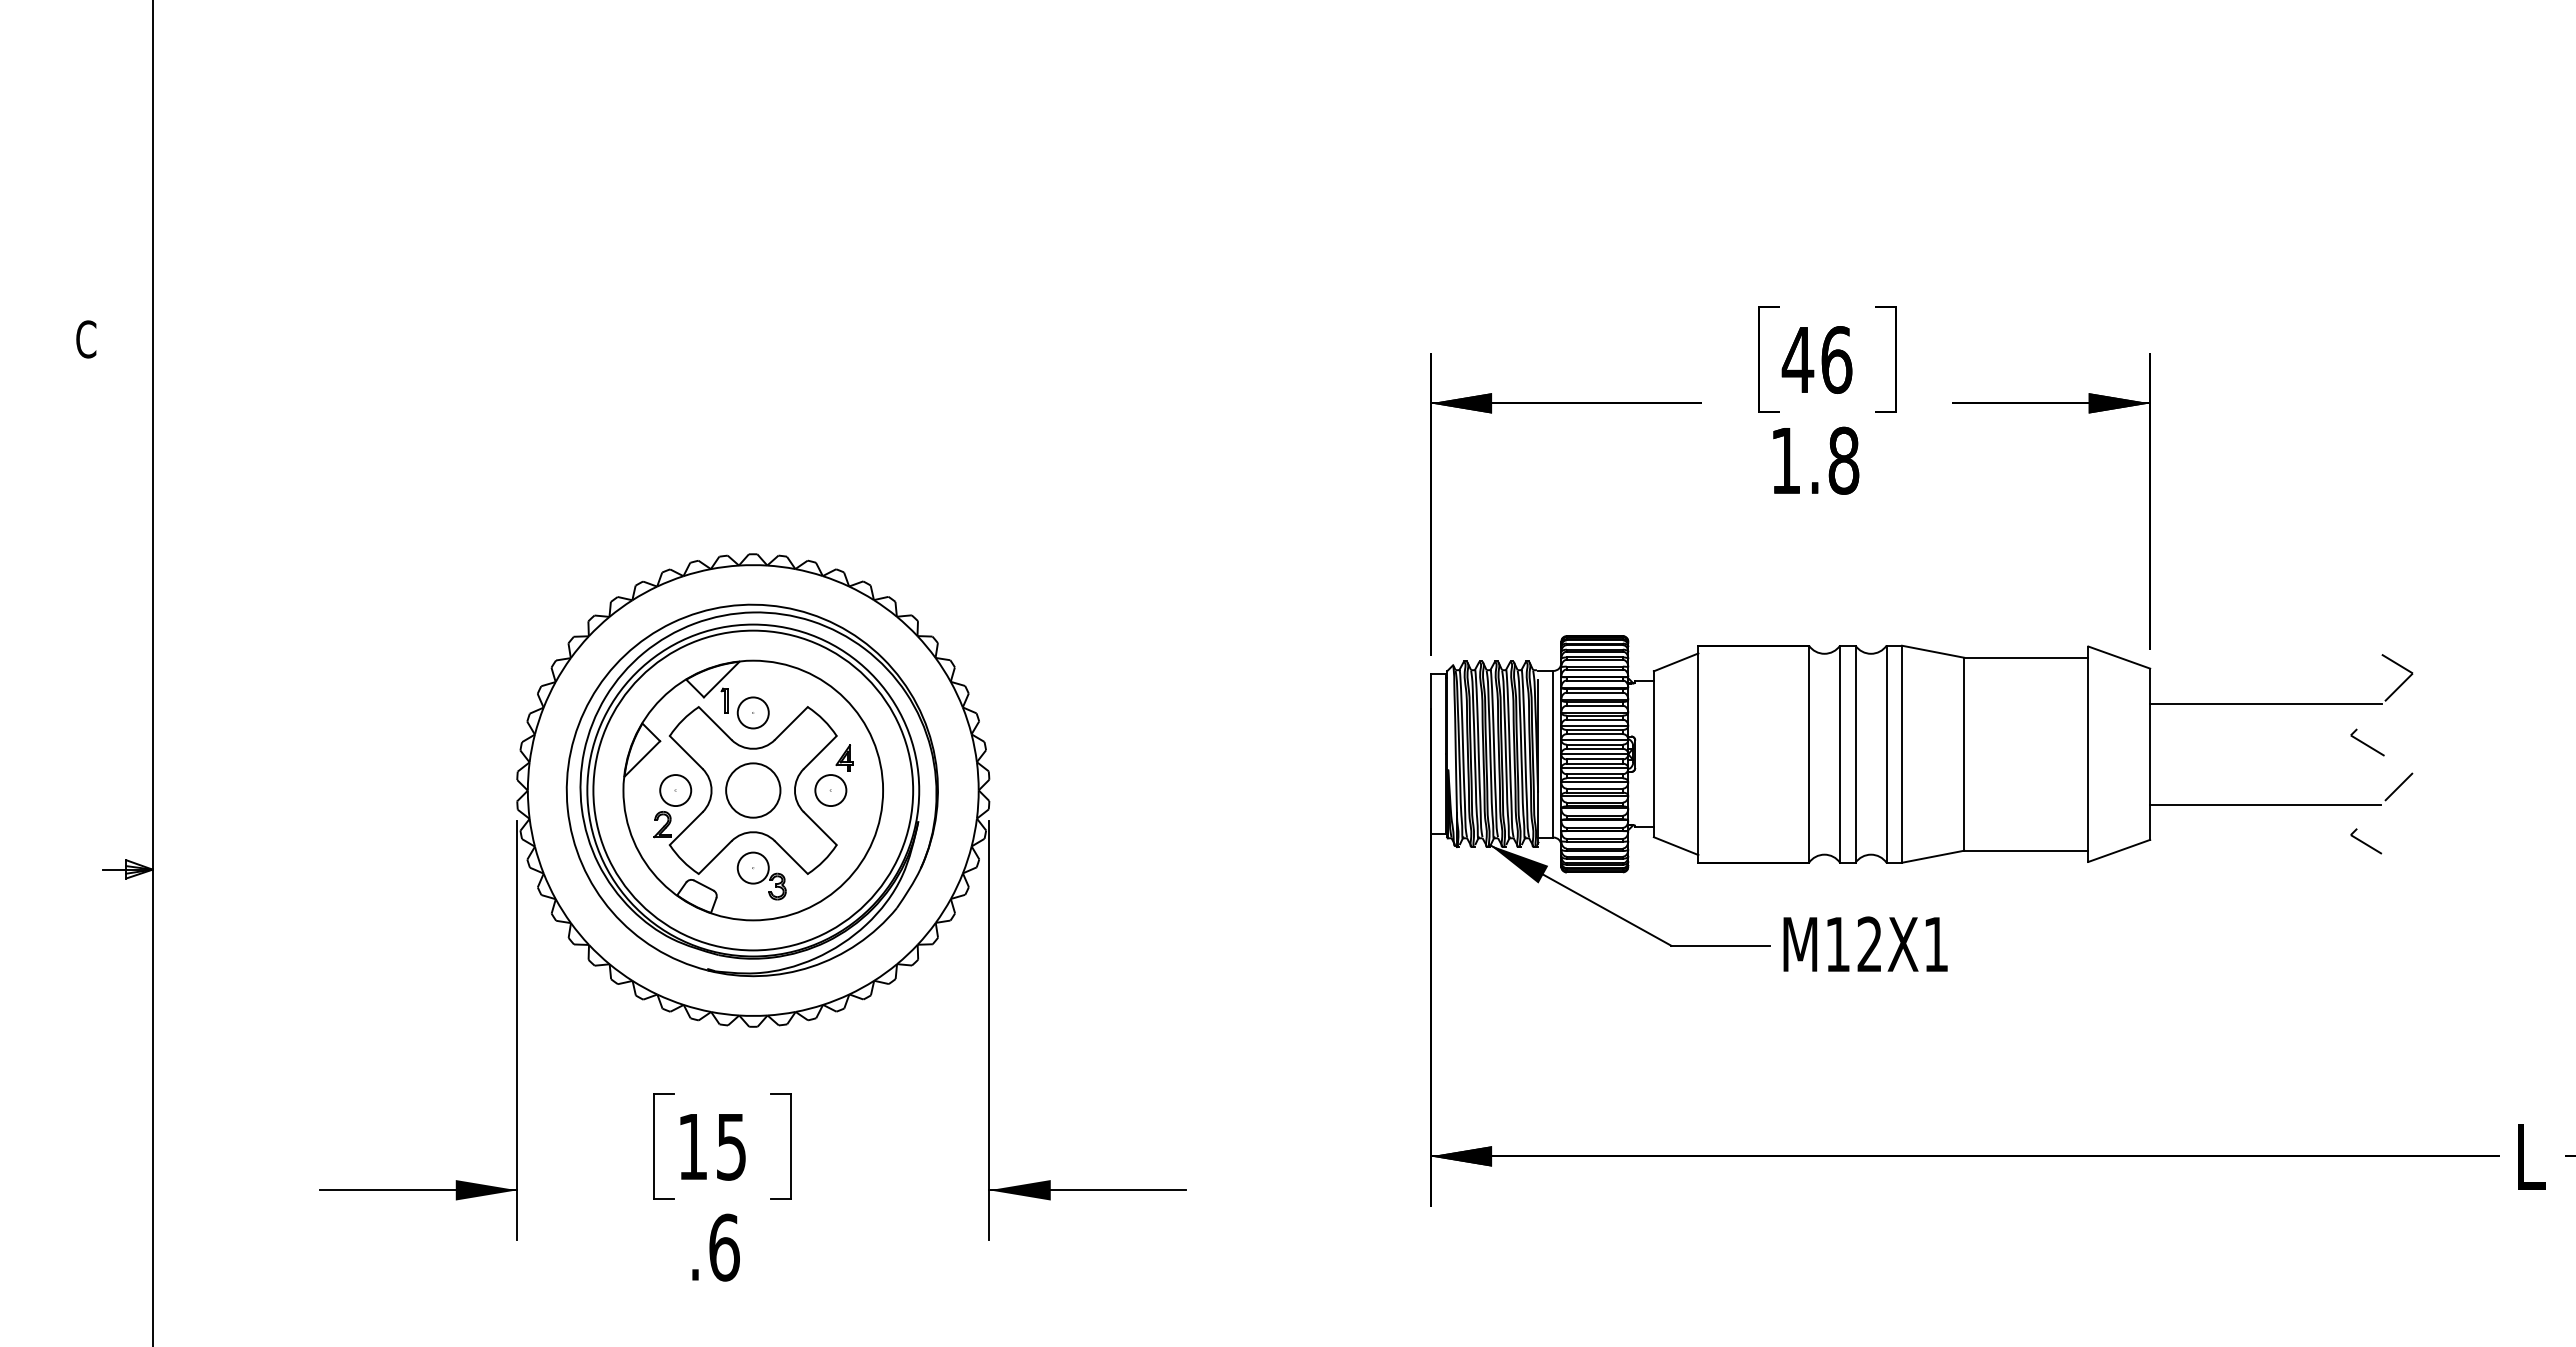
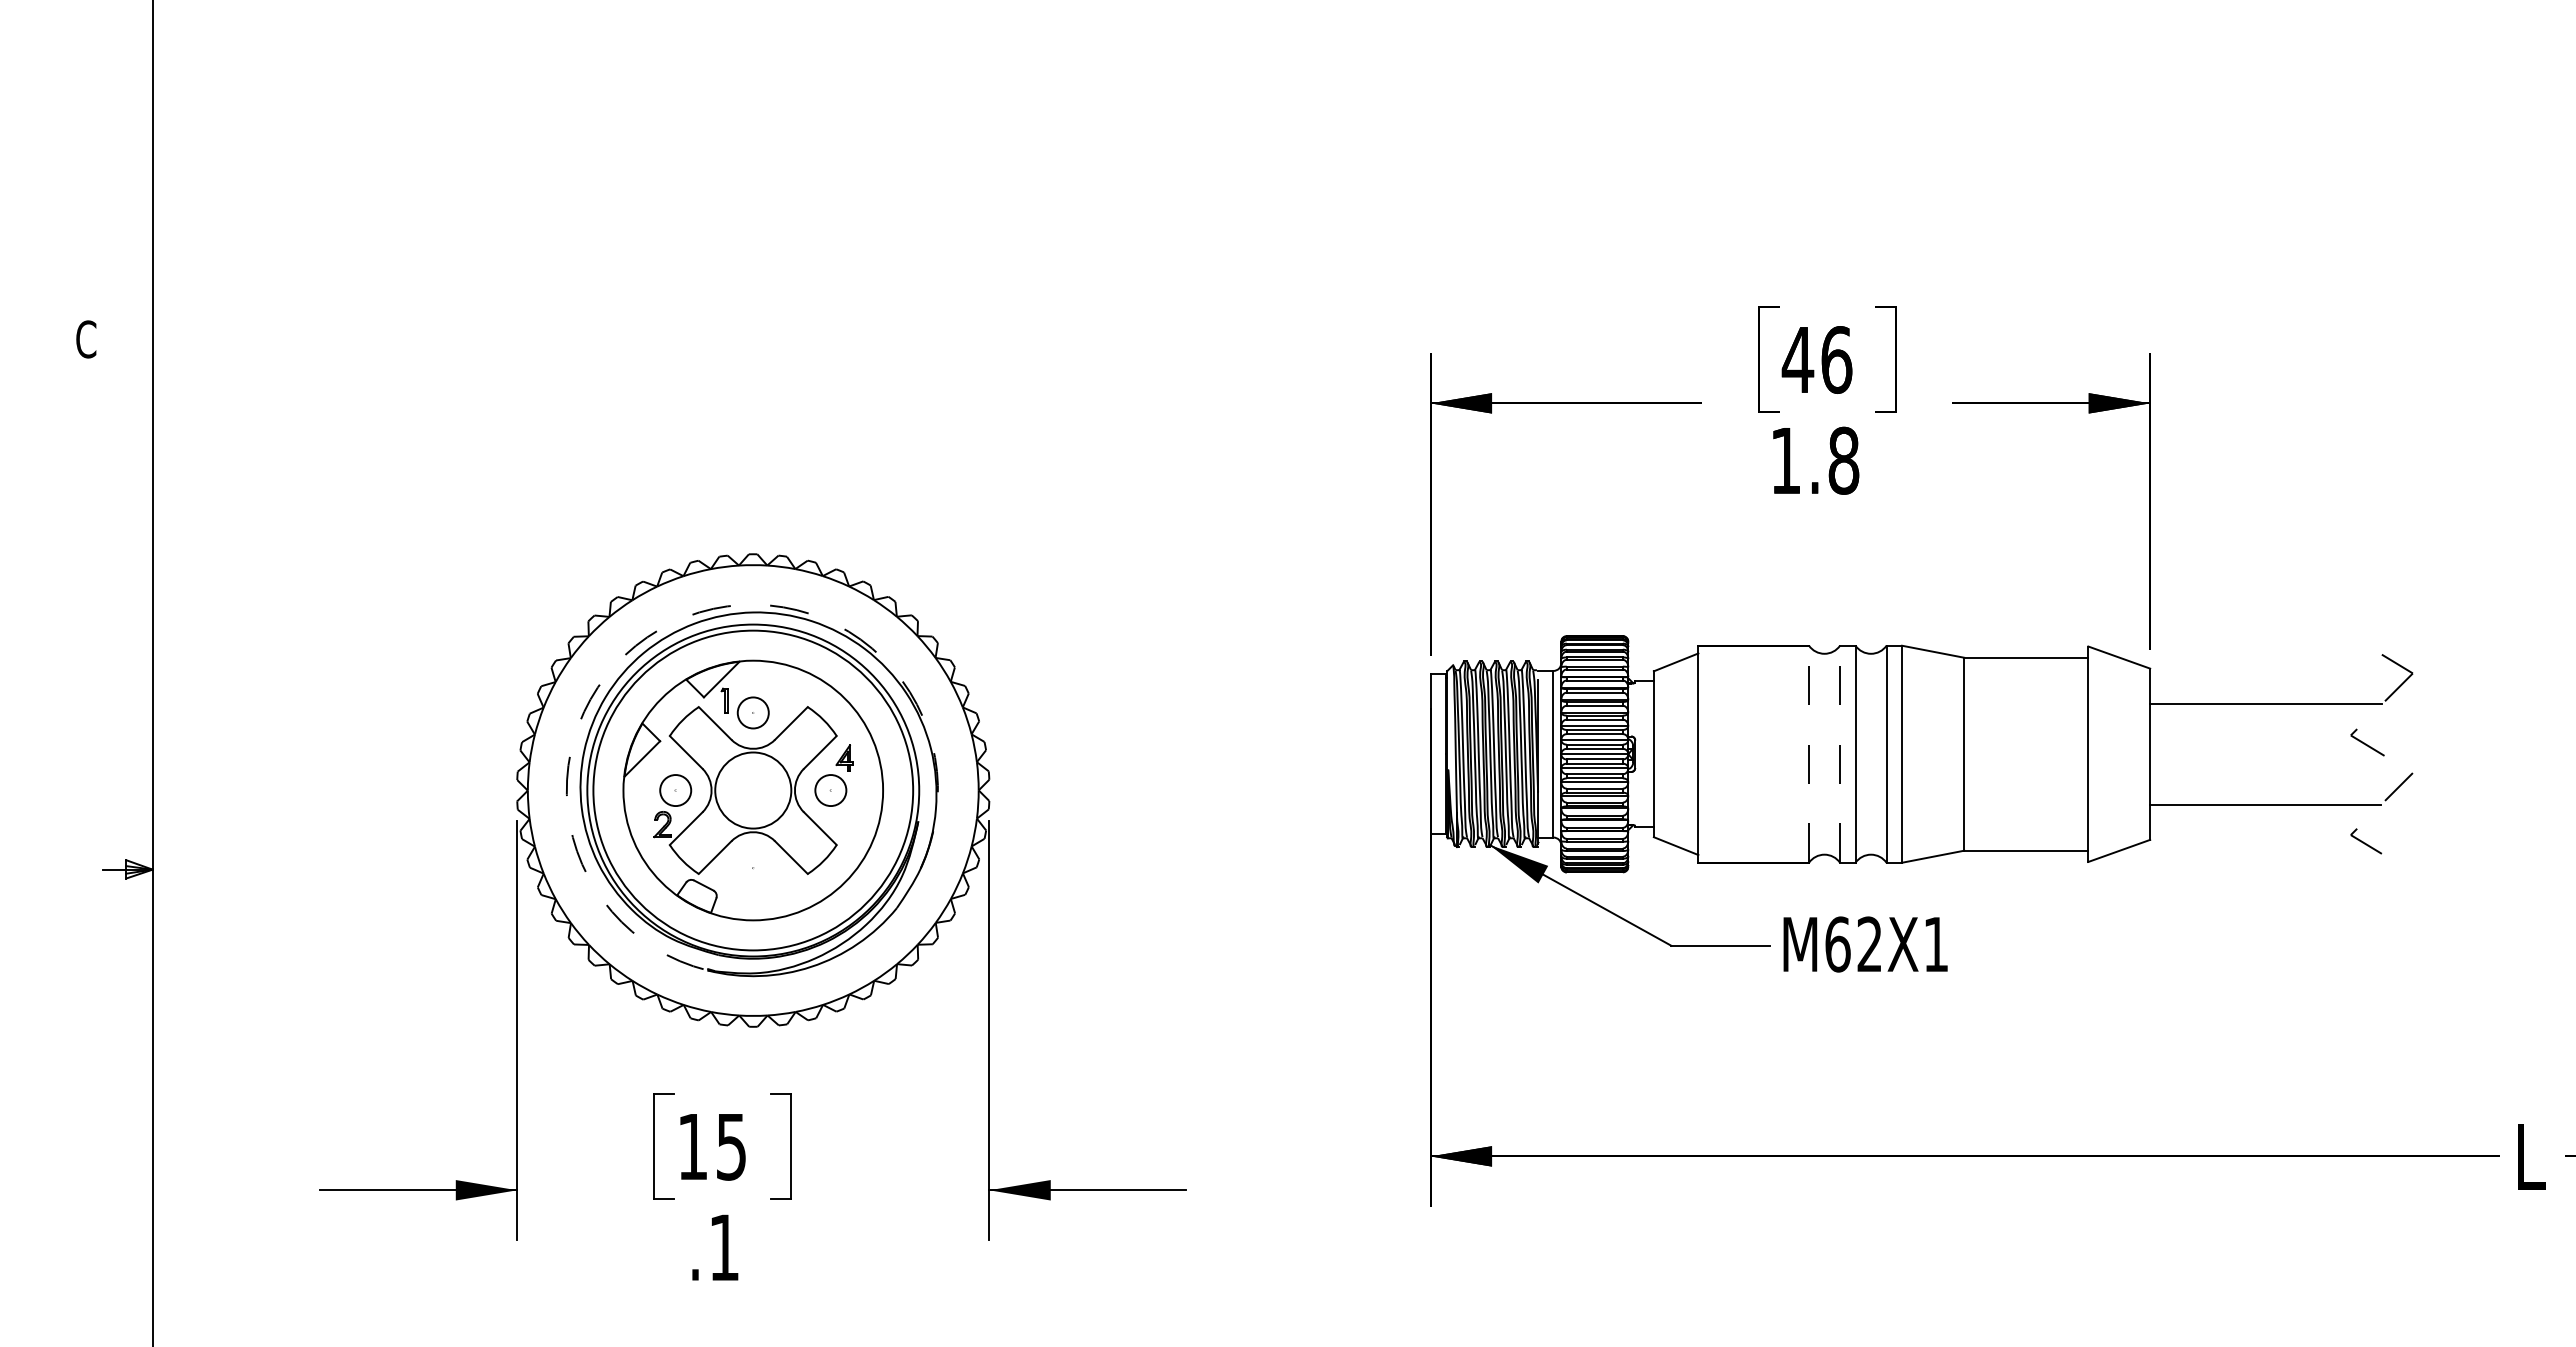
arc at (672, 622): solid -> dashed
line at (1809, 754): solid -> dashed
line at (1840, 754): solid -> dashed
circle at (753, 790) diameter: 54 px -> 76 px
part at (761, 875): present -> none
text at (1837, 944): M12X1 -> M62X1
text at (724, 1247): .6 -> .1
